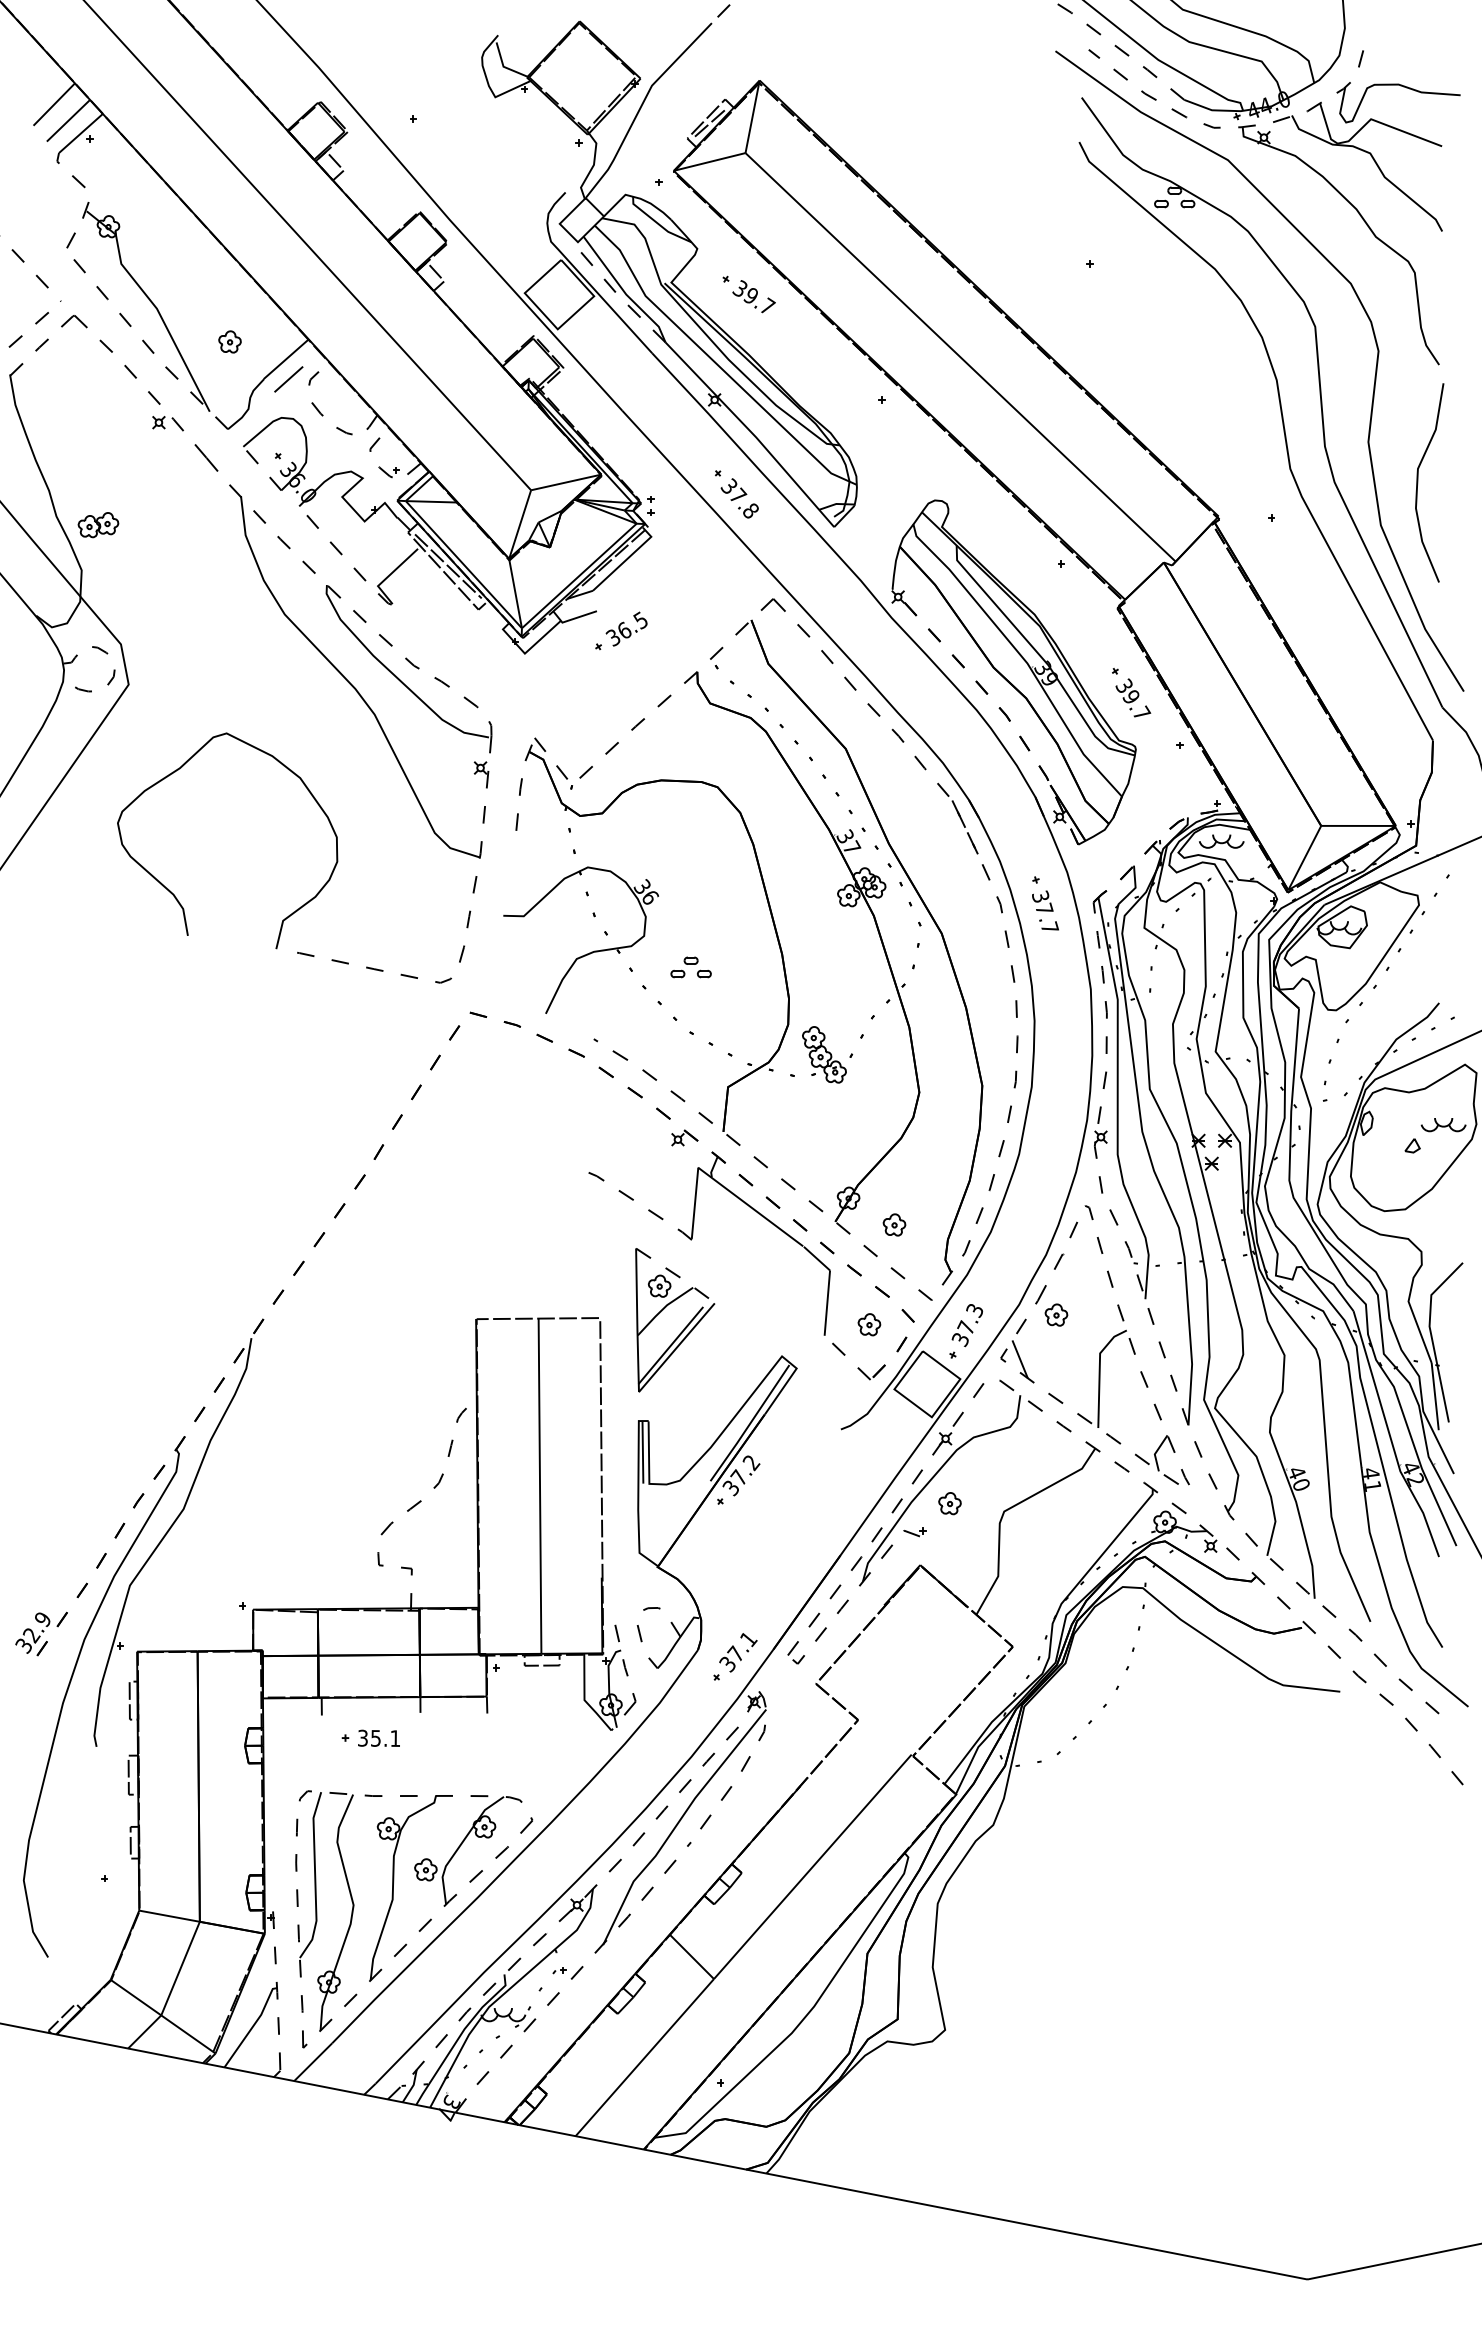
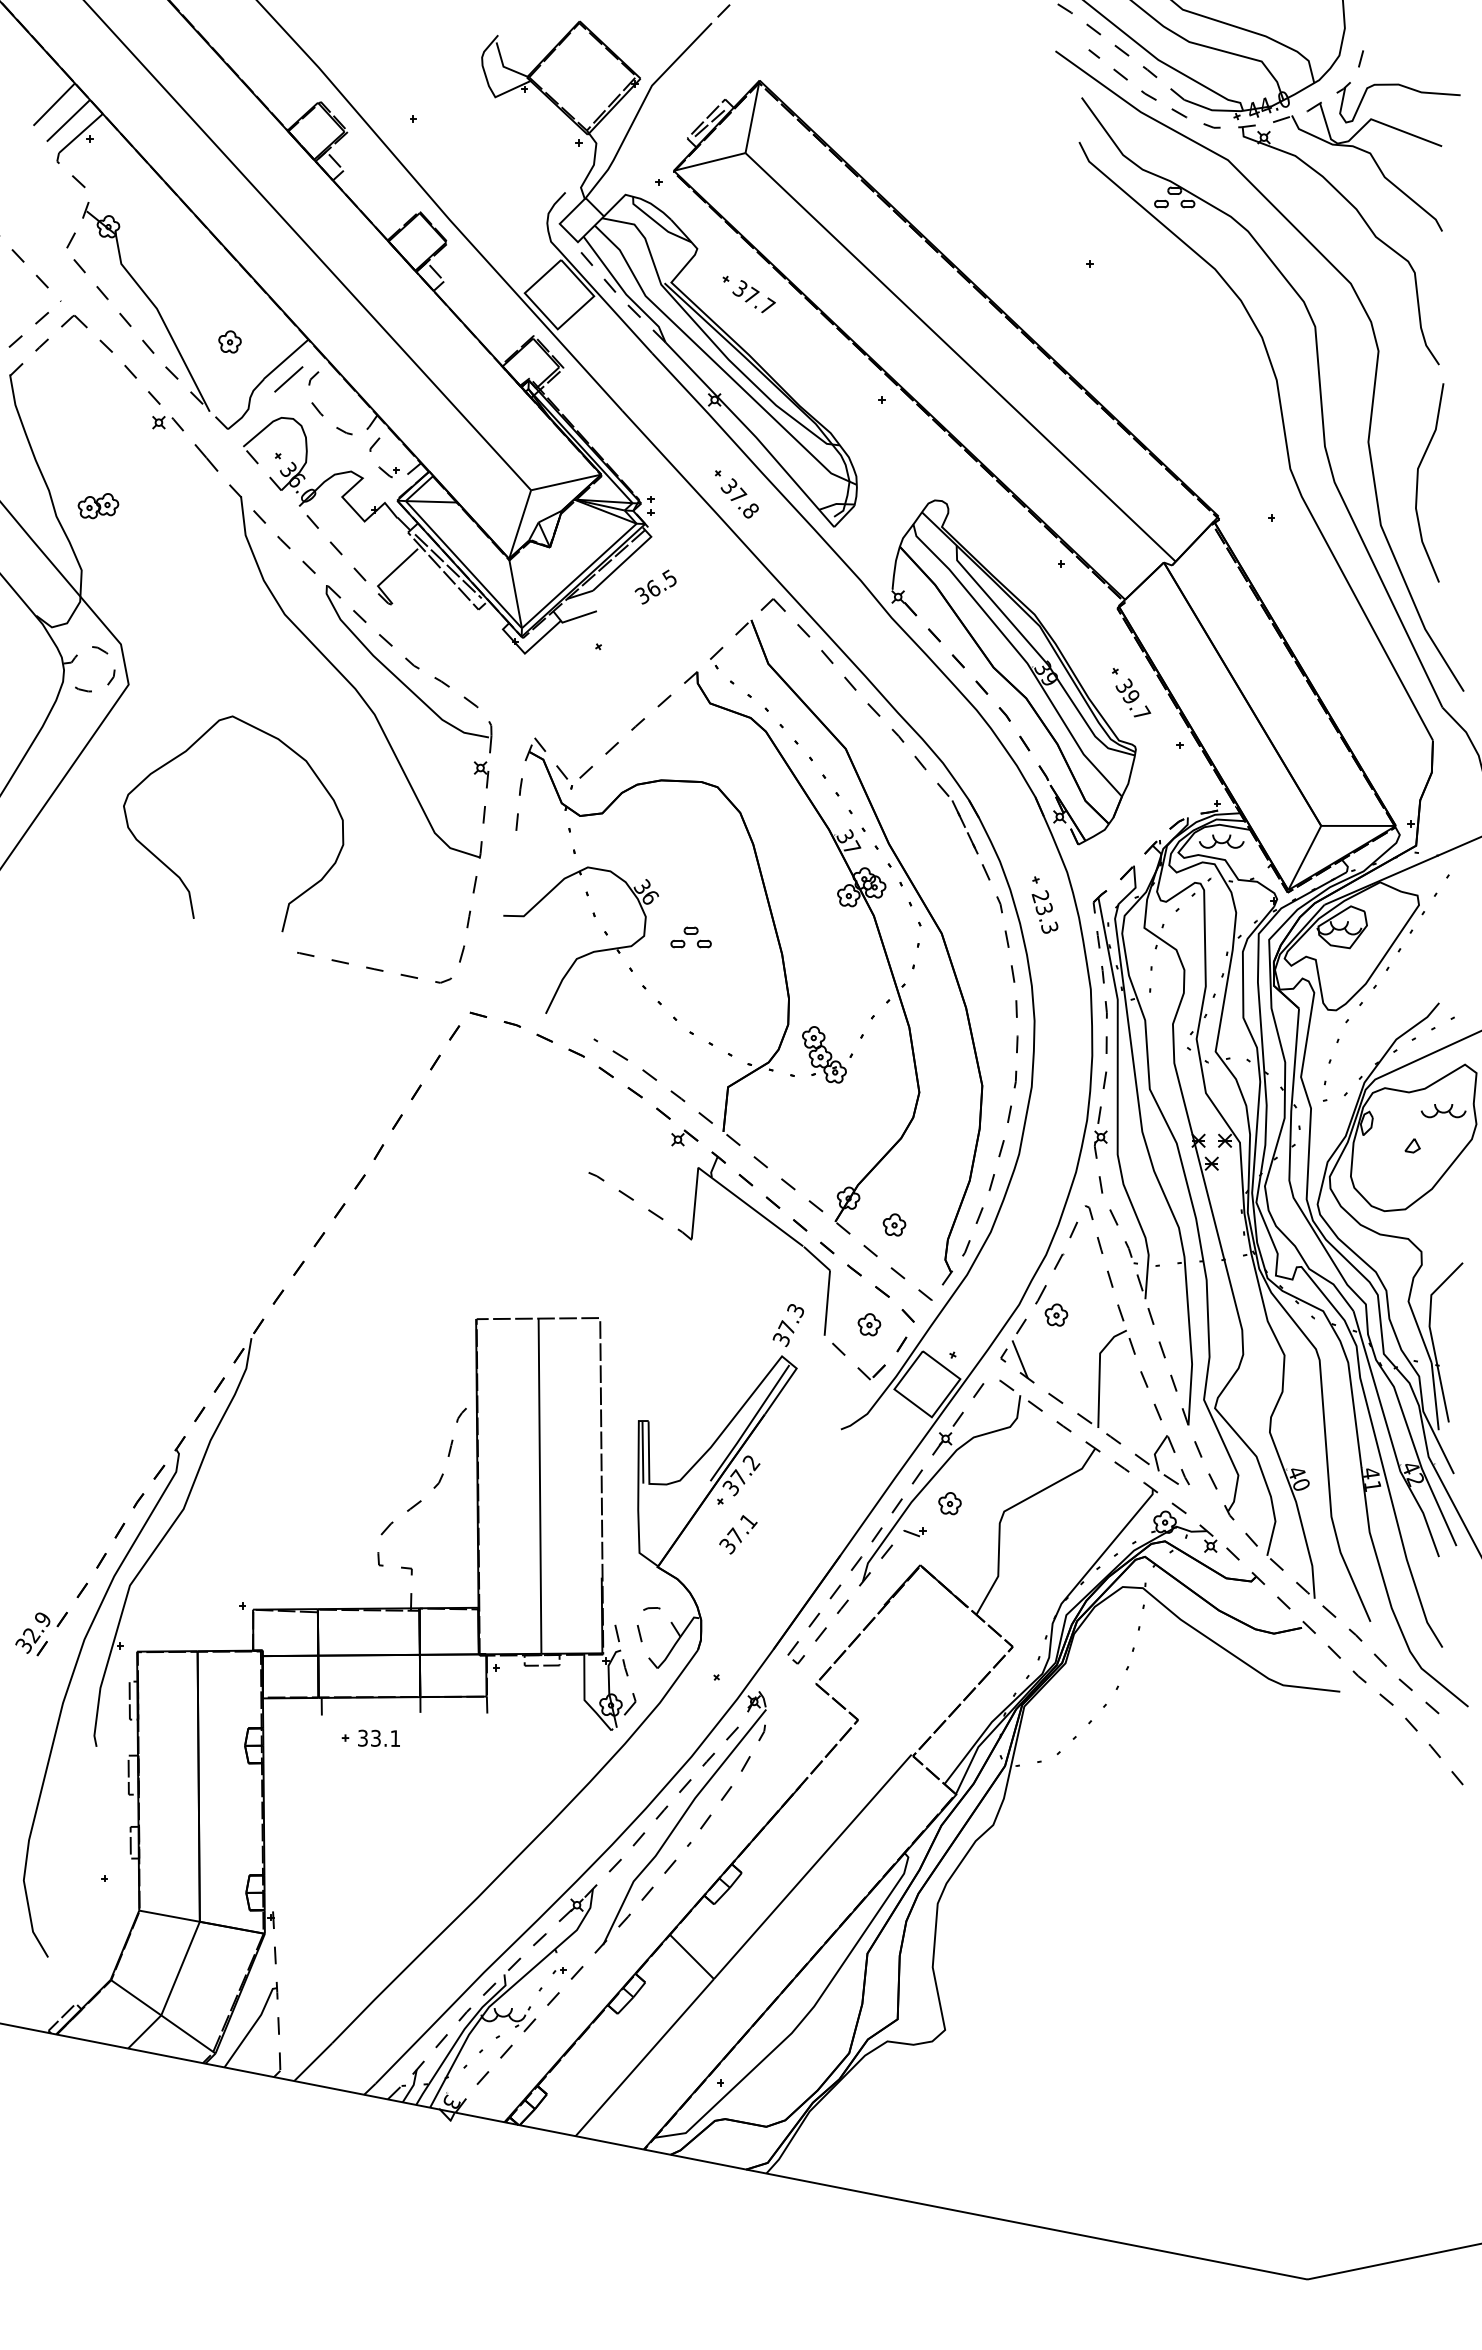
text at (751, 294): 39.7 -> 37.7
part at (98, 525) position: (98, 525) -> (98, 506)
text at (626, 628) position: (626, 628) -> (655, 586)
curve at (173, 893) position: (173, 893) -> (179, 876)
text at (1044, 911): 37.7 -> 23.3
part at (690, 967) position: (690, 967) -> (690, 937)
part at (1443, 1125) position: (1443, 1125) -> (1443, 1111)
text at (967, 1325) position: (967, 1325) -> (788, 1325)
part at (684, 1327): present -> none
text at (738, 1652) position: (738, 1652) -> (738, 1534)
text at (375, 1737): 35.1 -> 33.1
part at (422, 1926): present -> none
